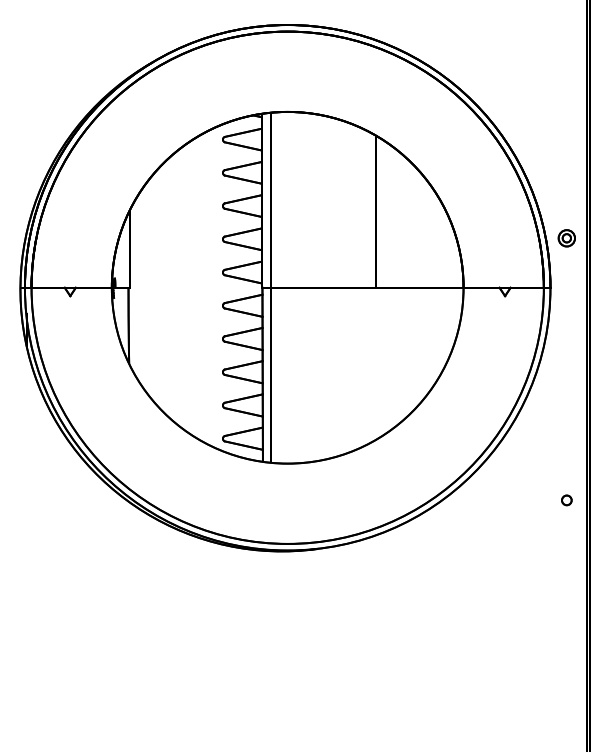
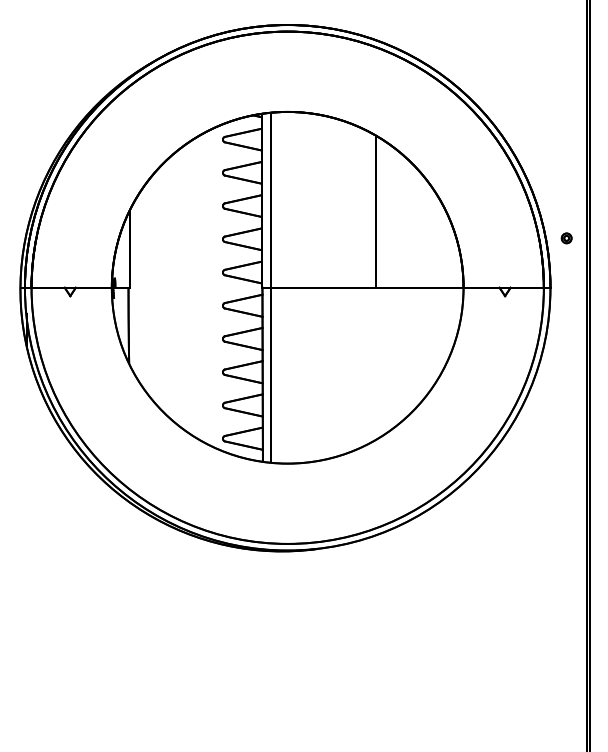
part at (566, 238) size: 19x19 px -> 13x13 px
part at (566, 500): present -> none
